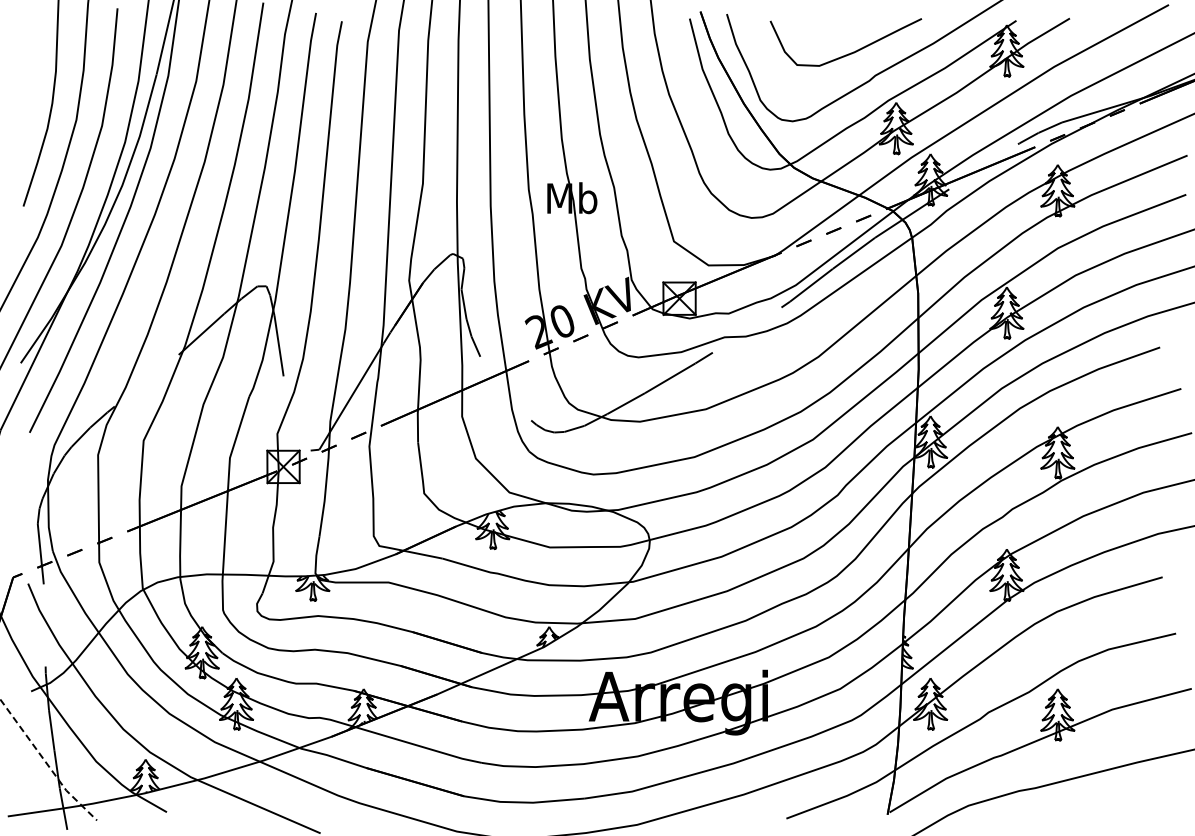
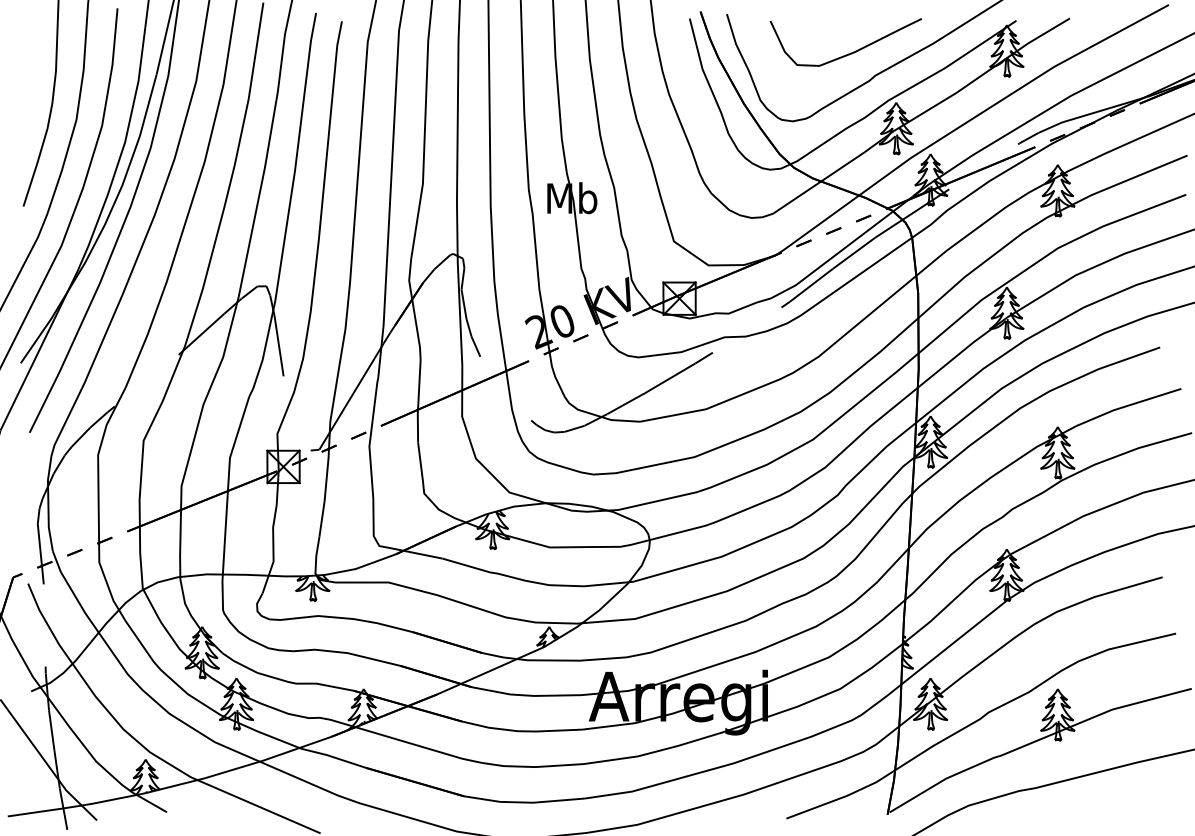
line at (46, 763): dashed -> solid
